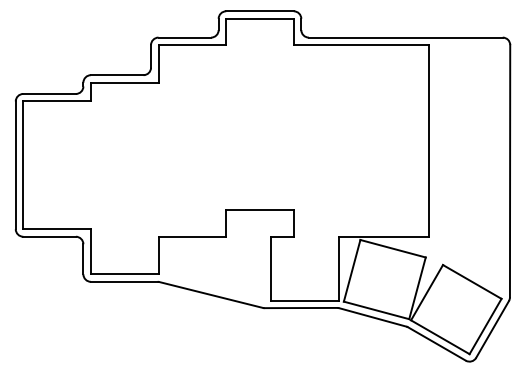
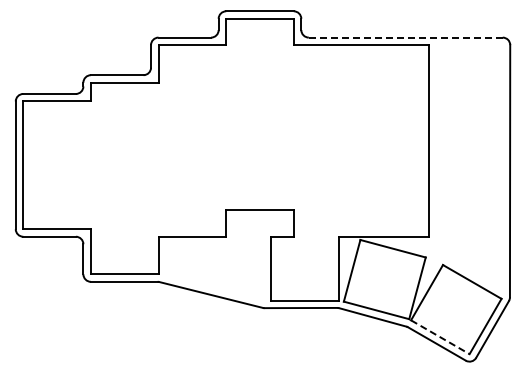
line at (405, 37): solid -> dashed
line at (440, 337): solid -> dashed
